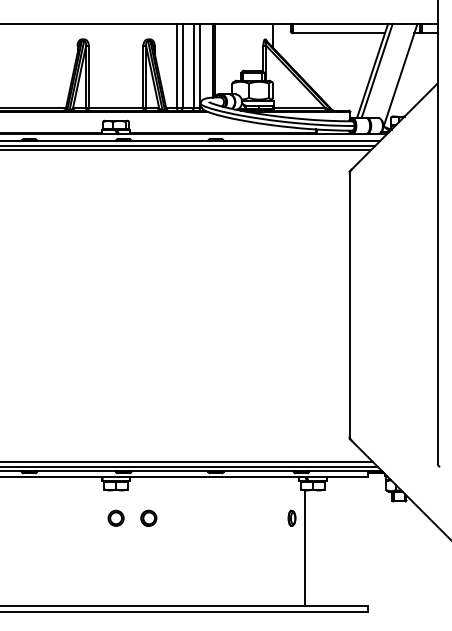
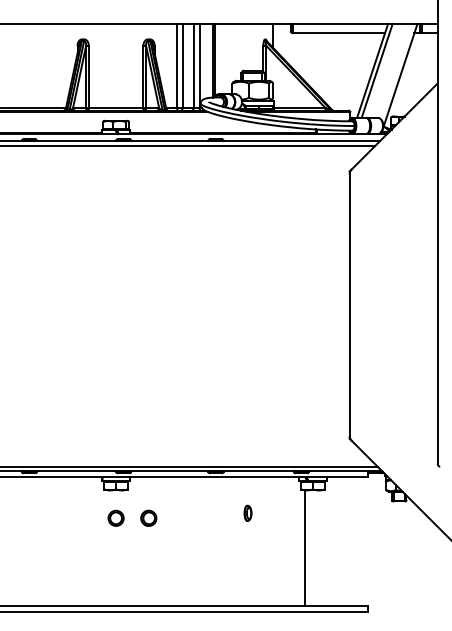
line at (186, 150): present -> none
line at (187, 462): present -> none
part at (291, 517) position: (291, 517) -> (247, 512)
